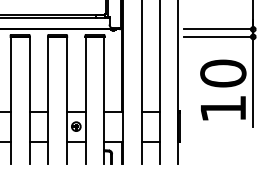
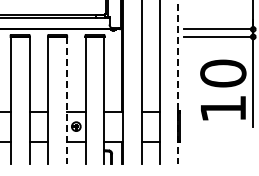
line at (178, 82): solid -> dashed
line at (66, 100): solid -> dashed
